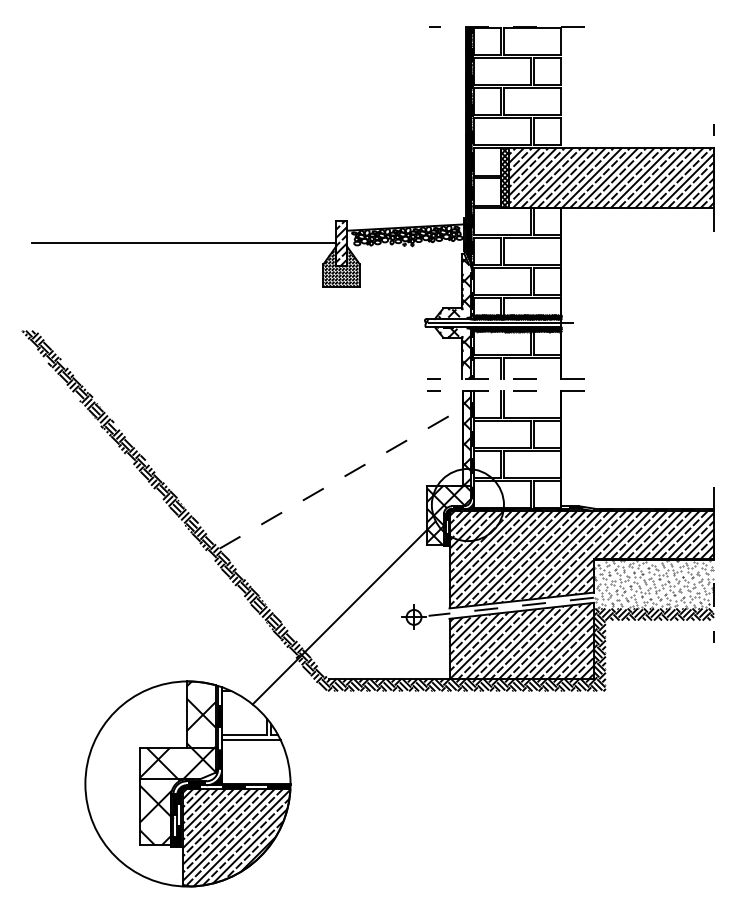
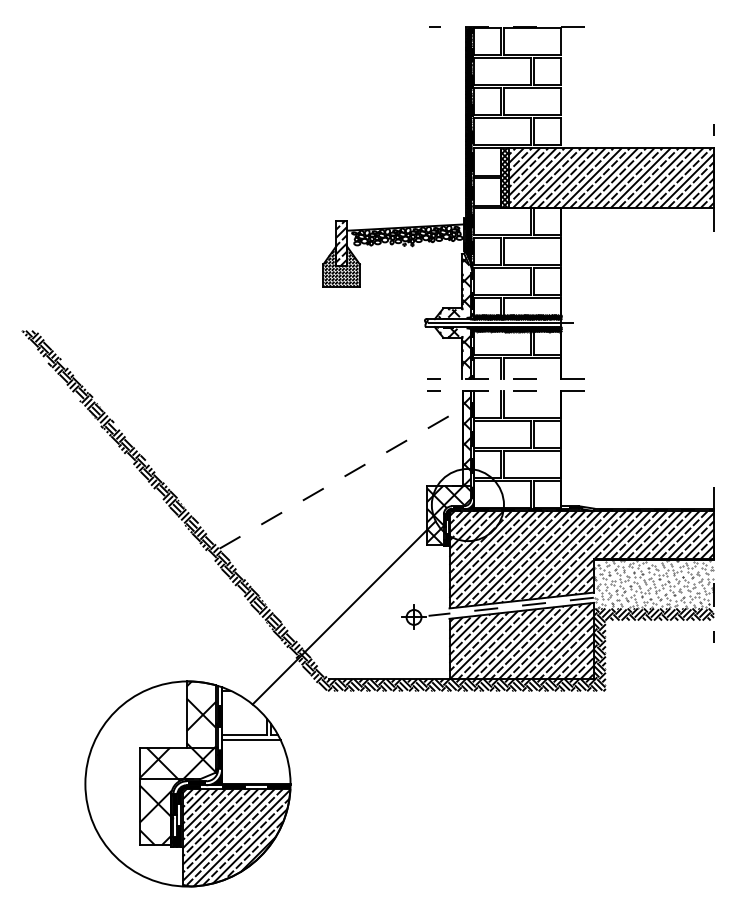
line at (184, 243): present -> none
